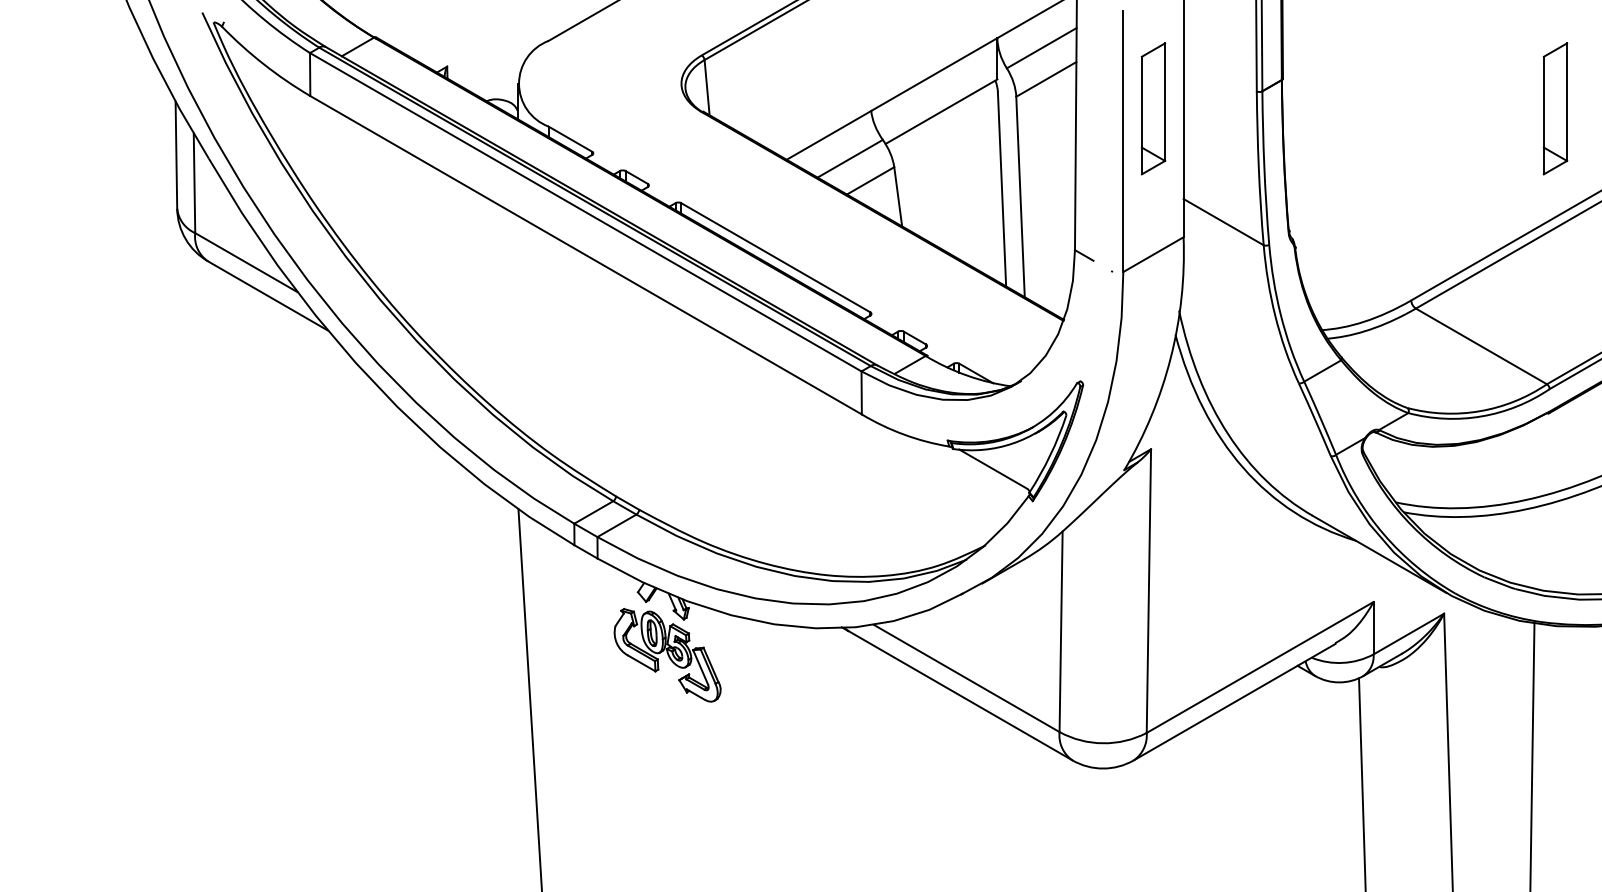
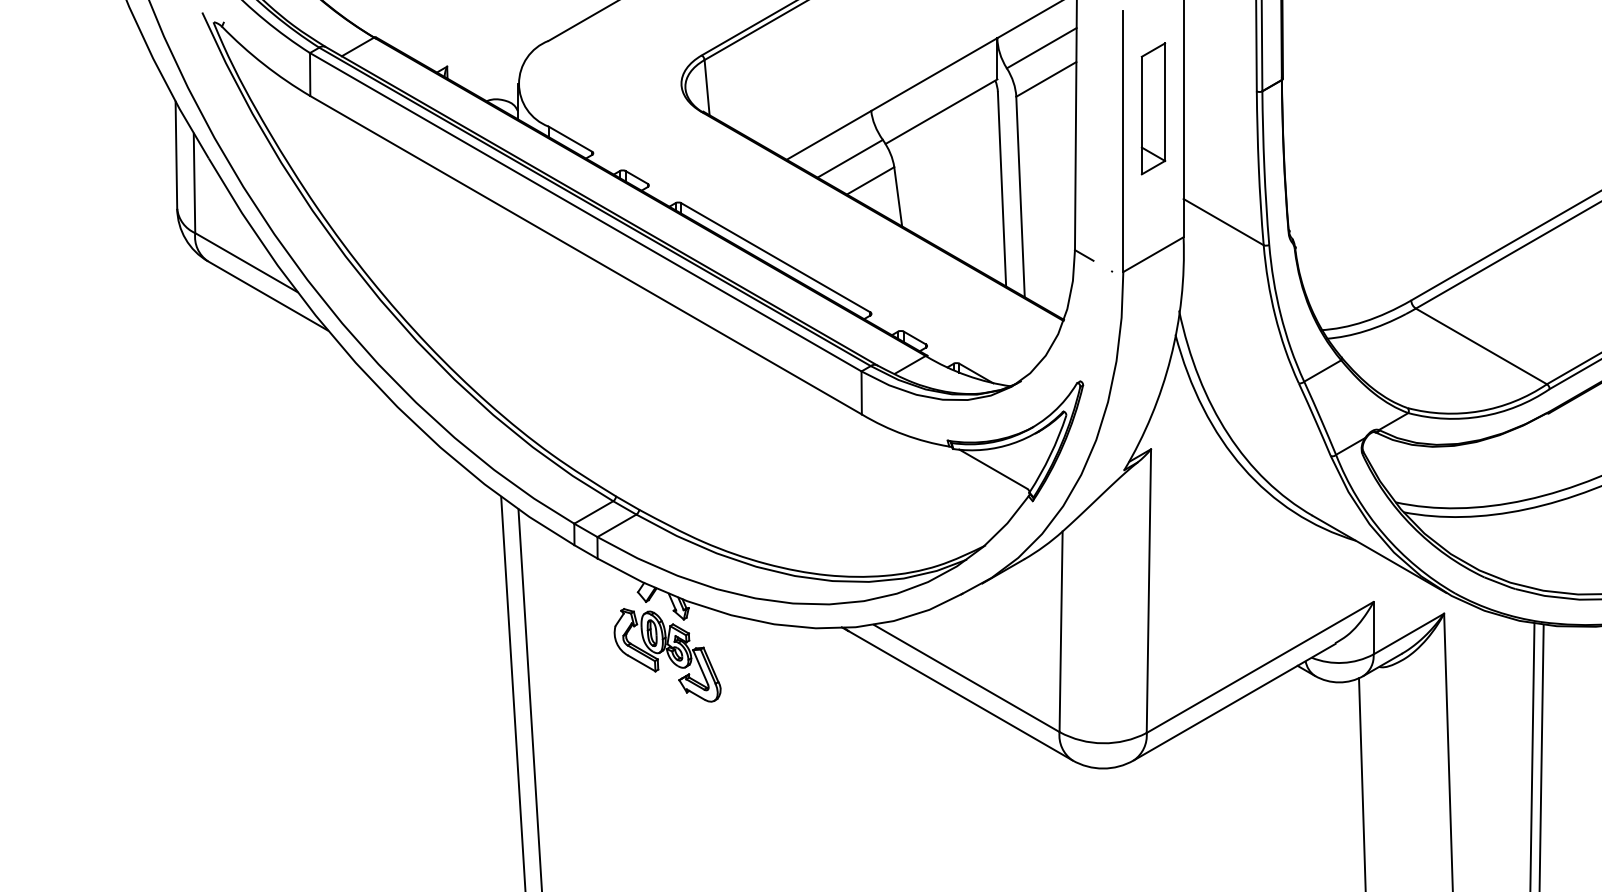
part at (1555, 108): present -> none
line at (513, 692): none -> present
line at (1541, 756): none -> present
